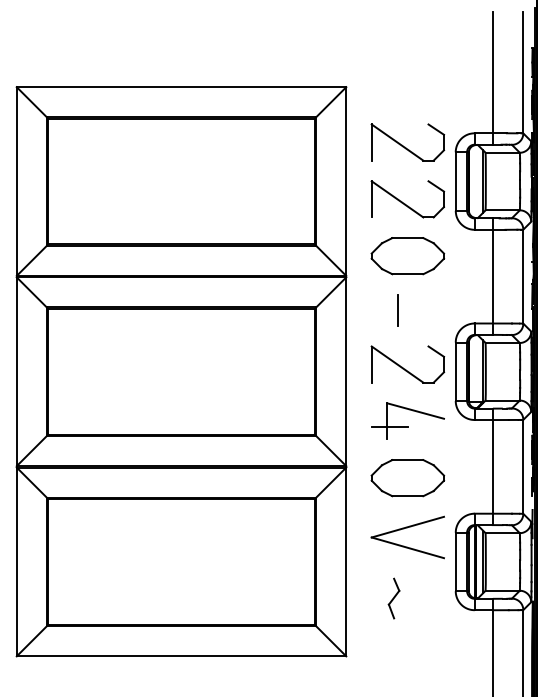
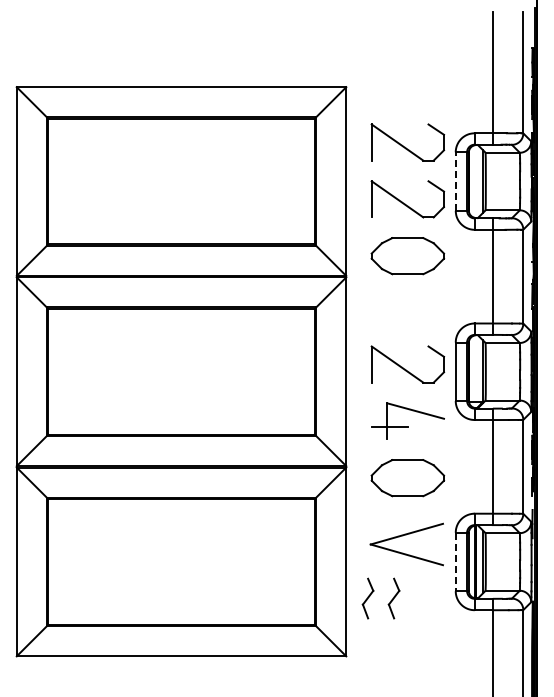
line at (455, 181): solid -> dashed
line at (397, 309): present -> none
part at (404, 529) position: (404, 529) -> (403, 536)
line at (455, 562): solid -> dashed
part at (367, 598): none -> present
